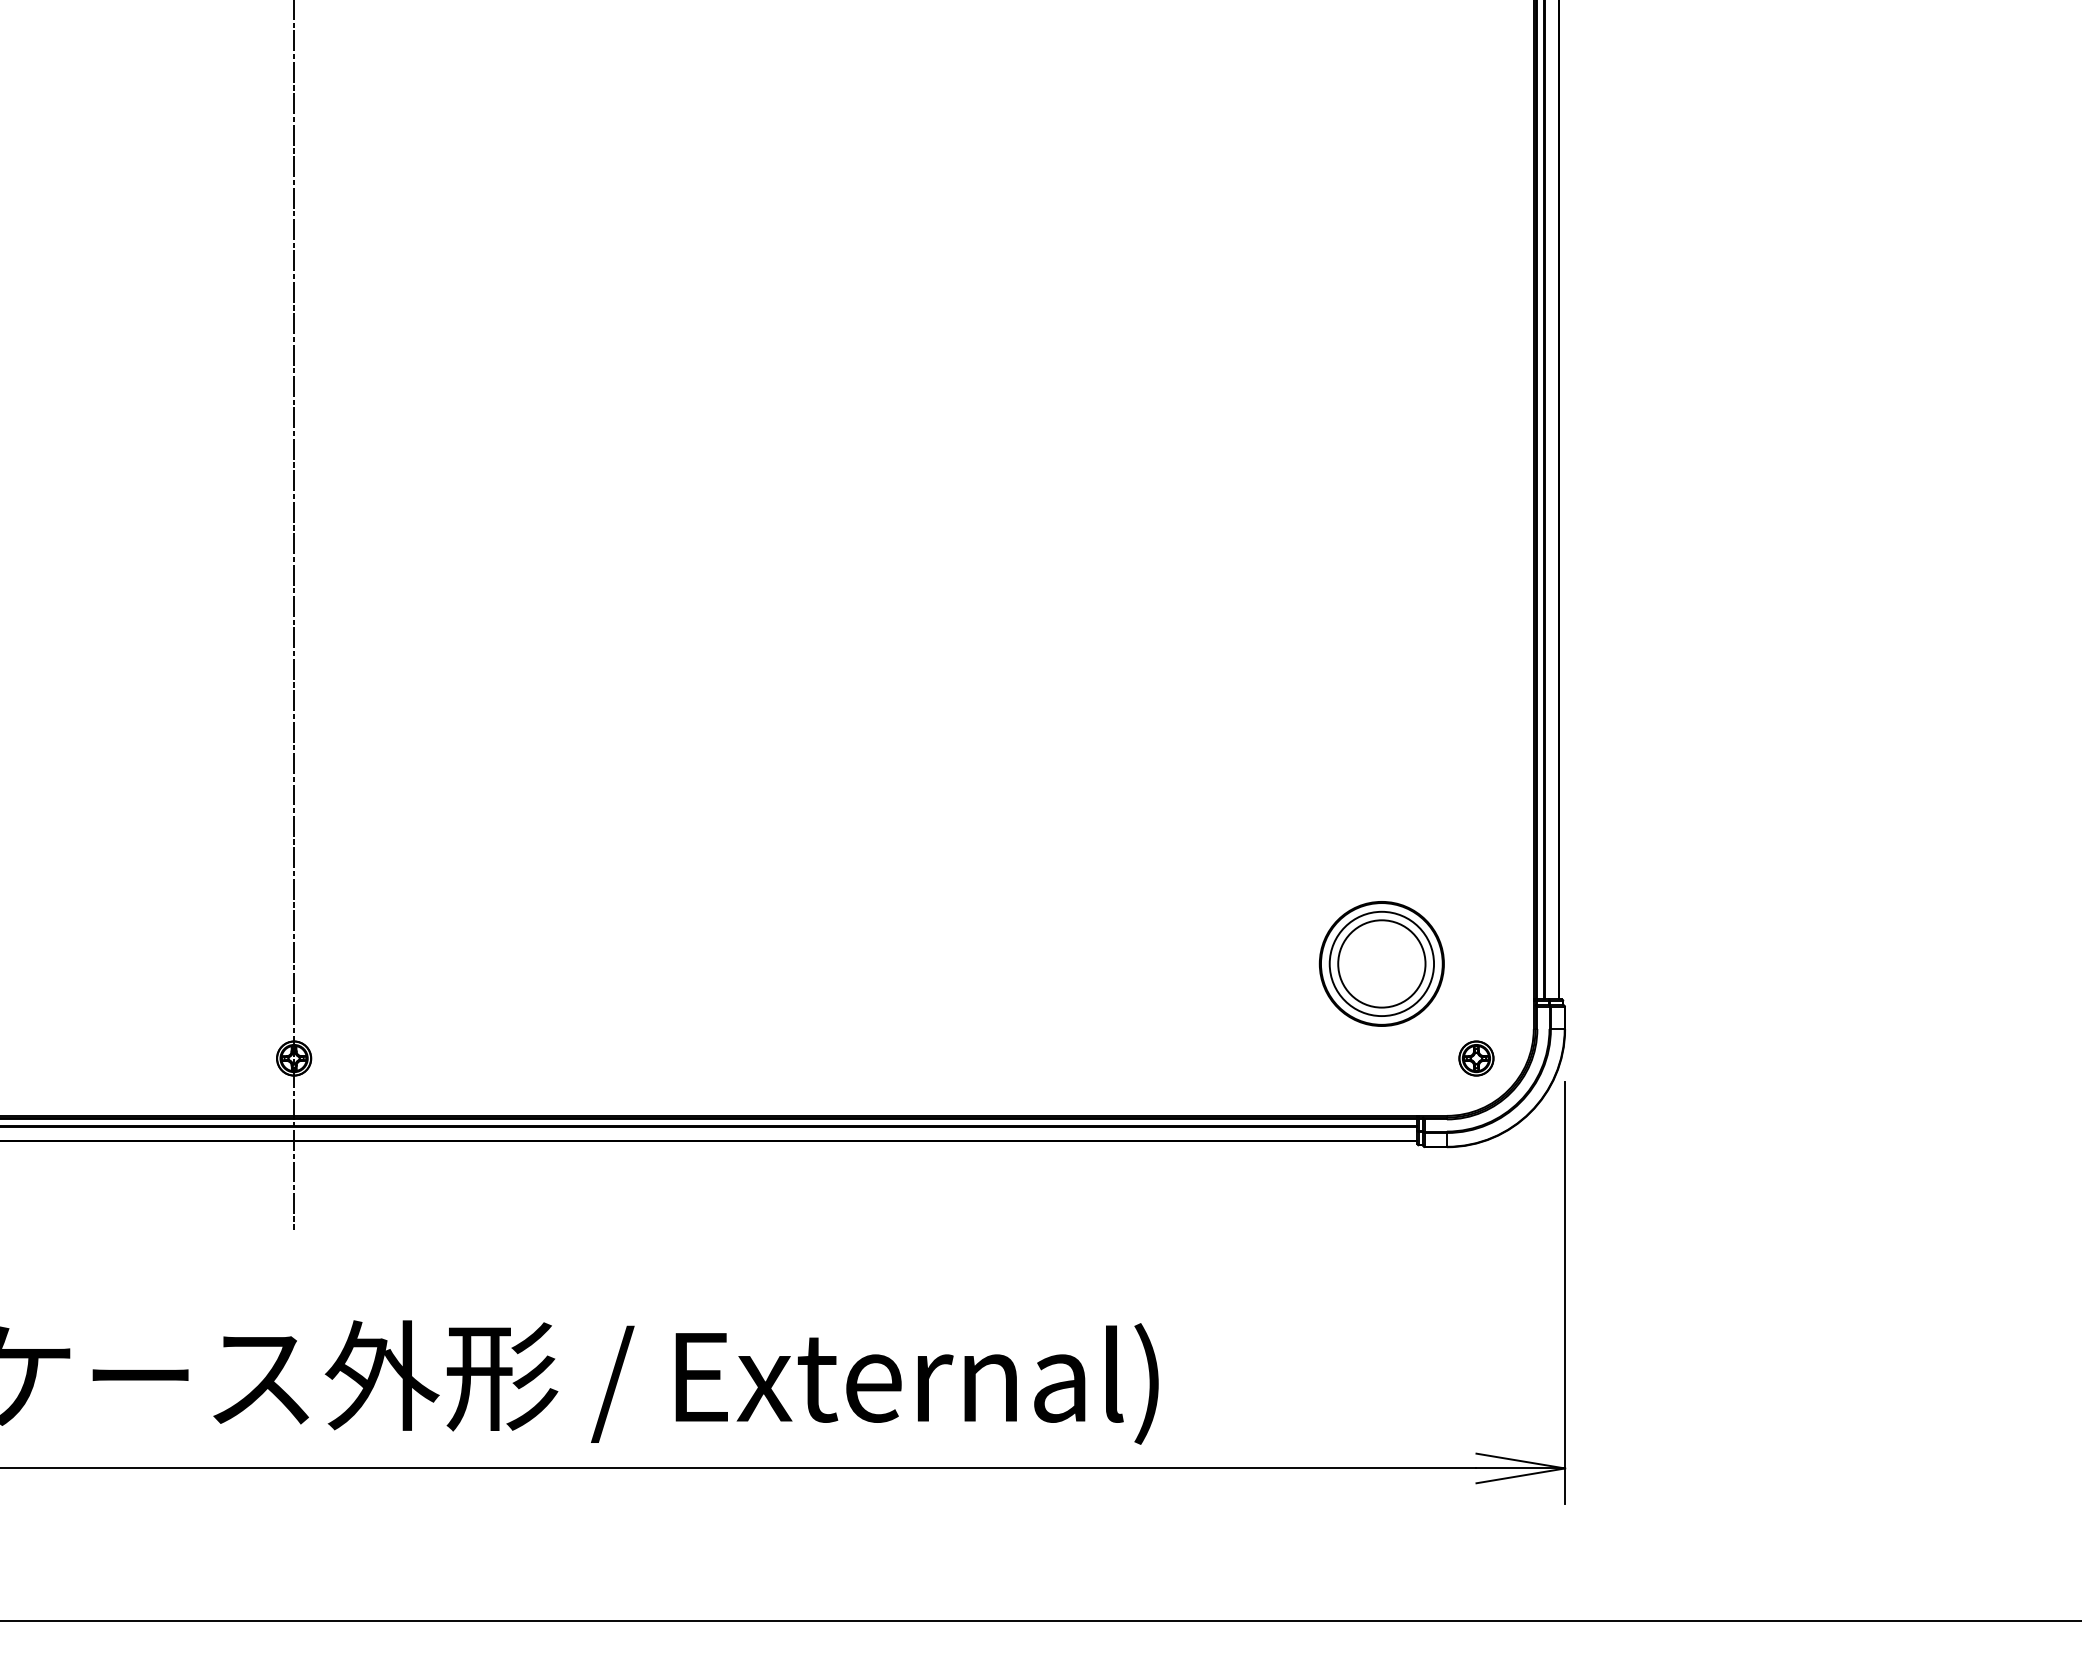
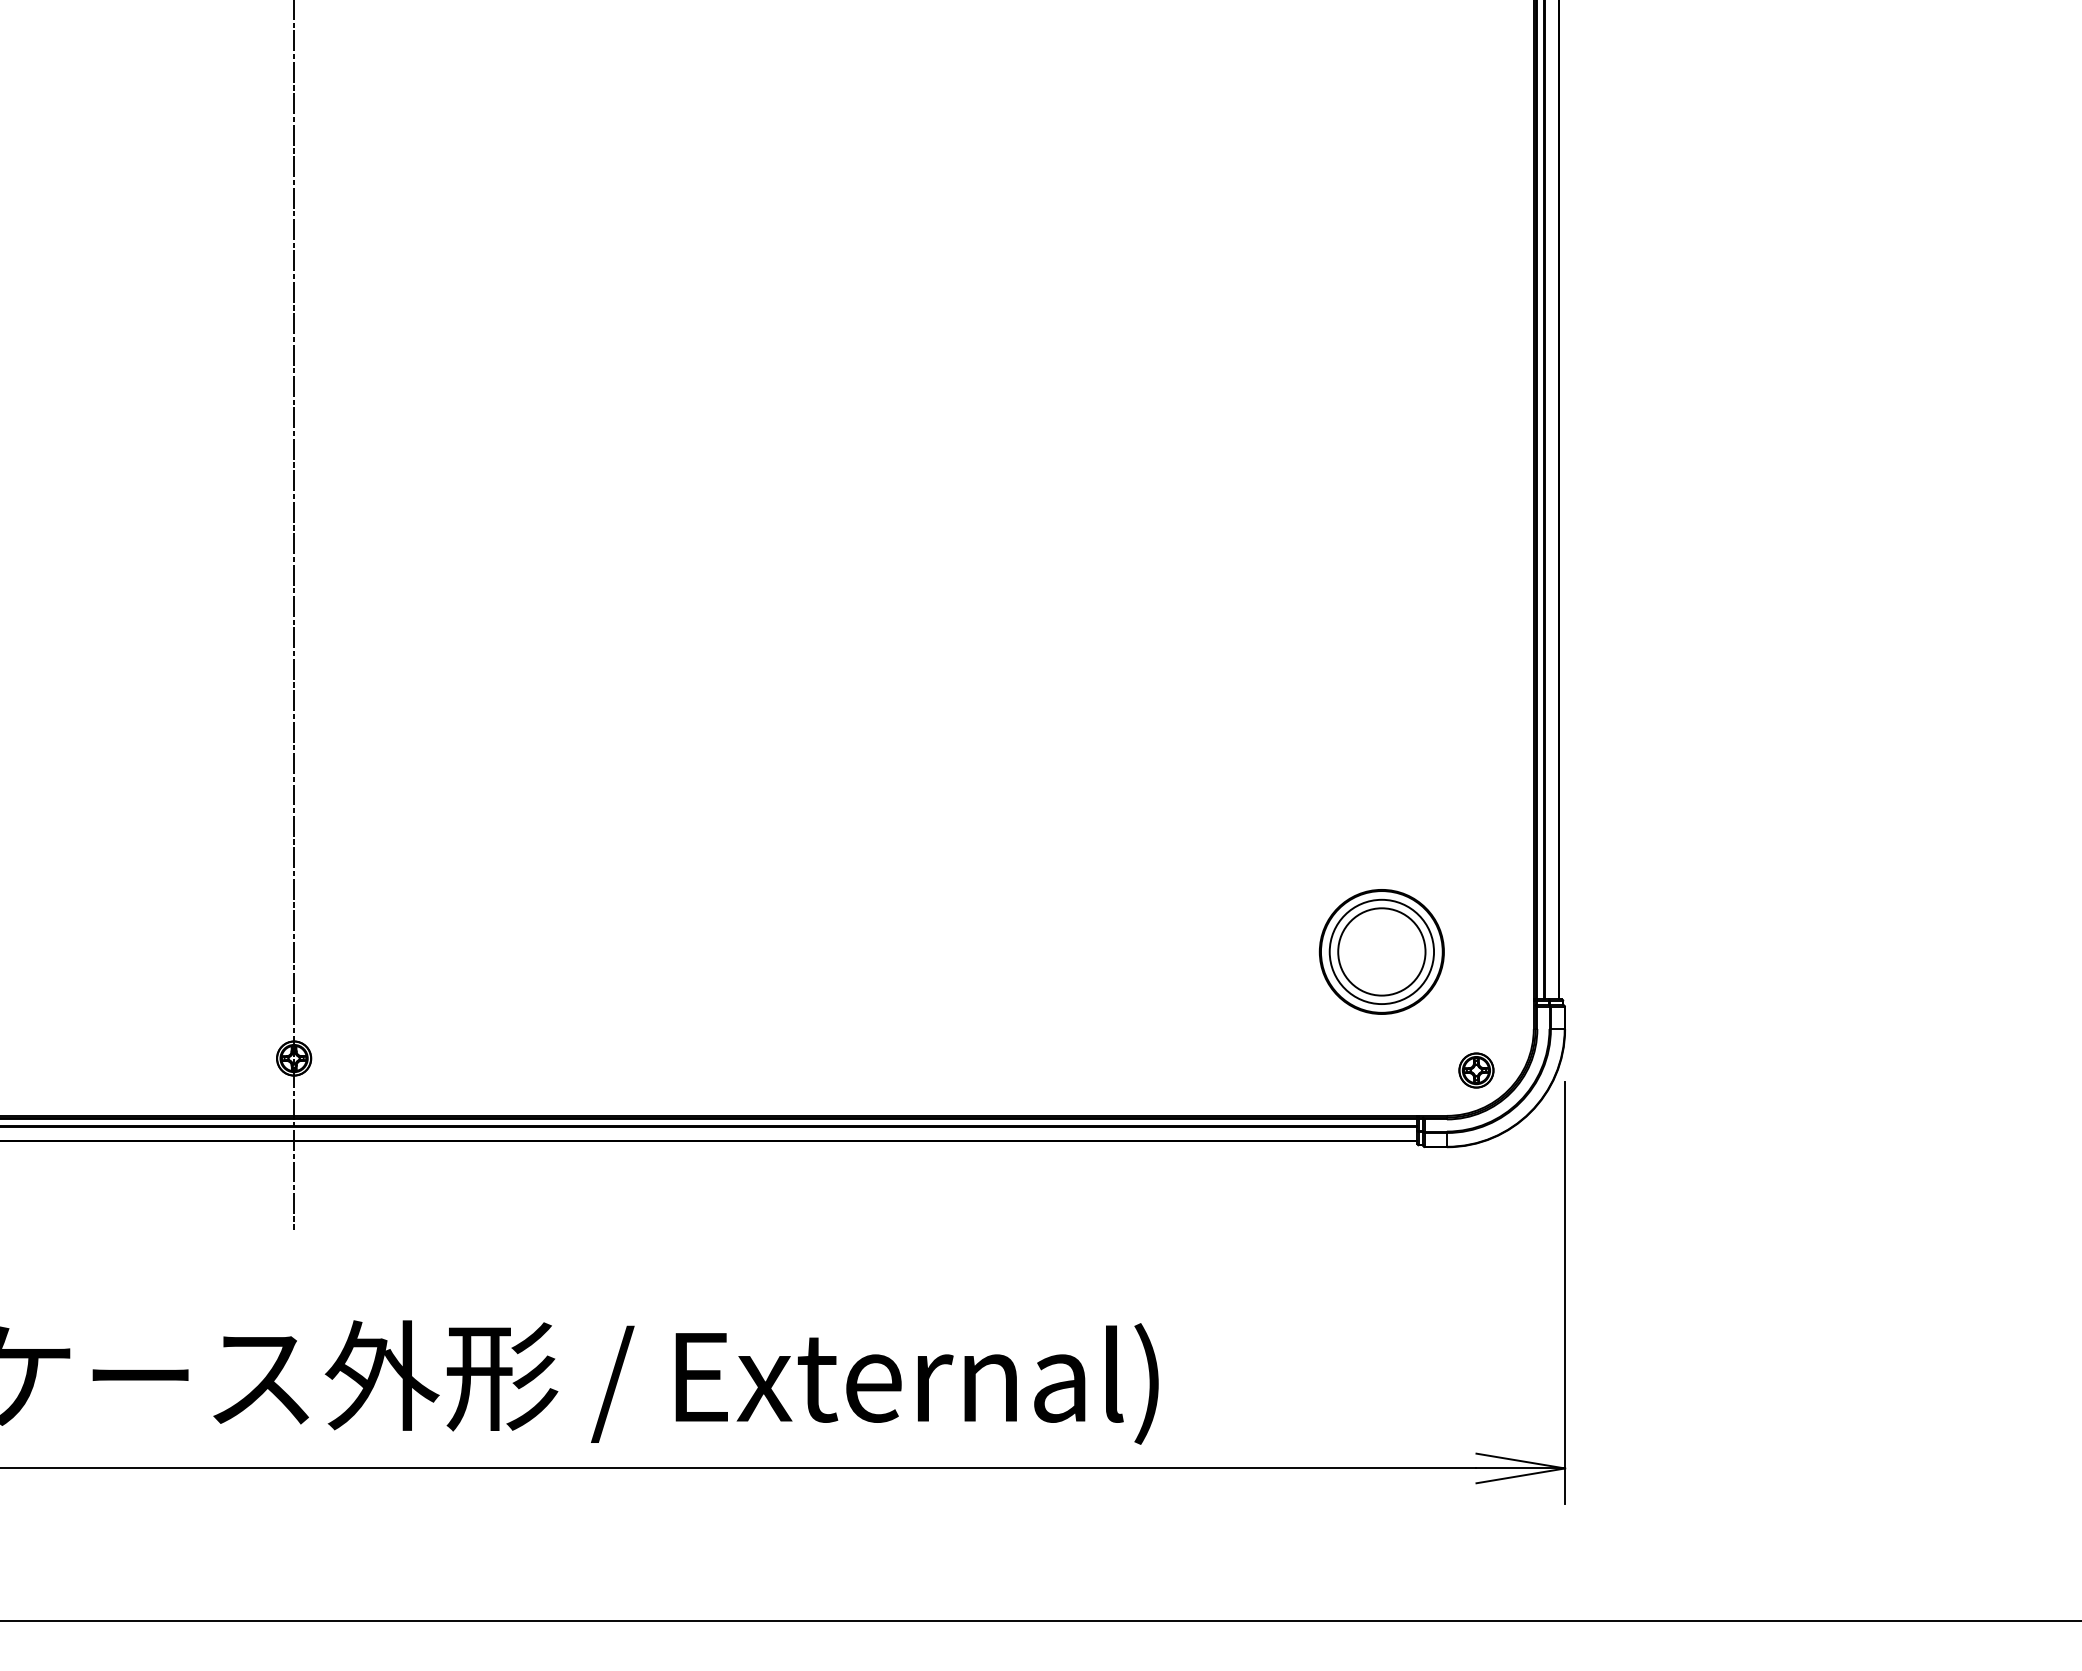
part at (1381, 963) position: (1381, 963) -> (1381, 951)
part at (1476, 1058) position: (1476, 1058) -> (1476, 1070)
